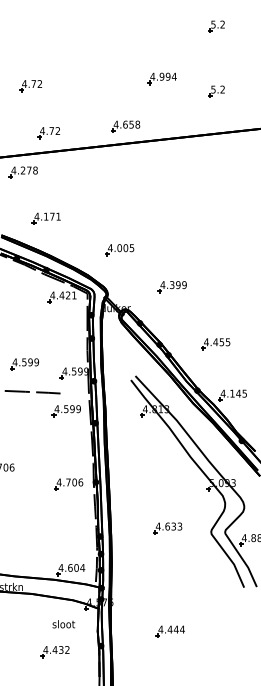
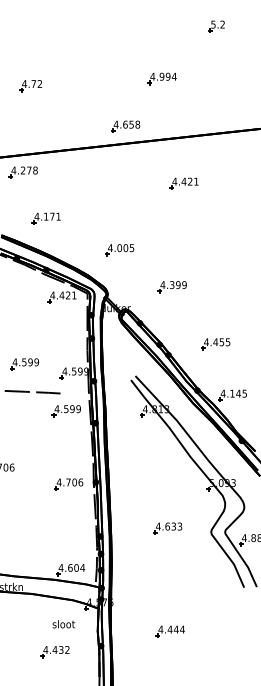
part at (216, 91): present -> none
part at (48, 133): present -> none
part at (183, 183): none -> present
